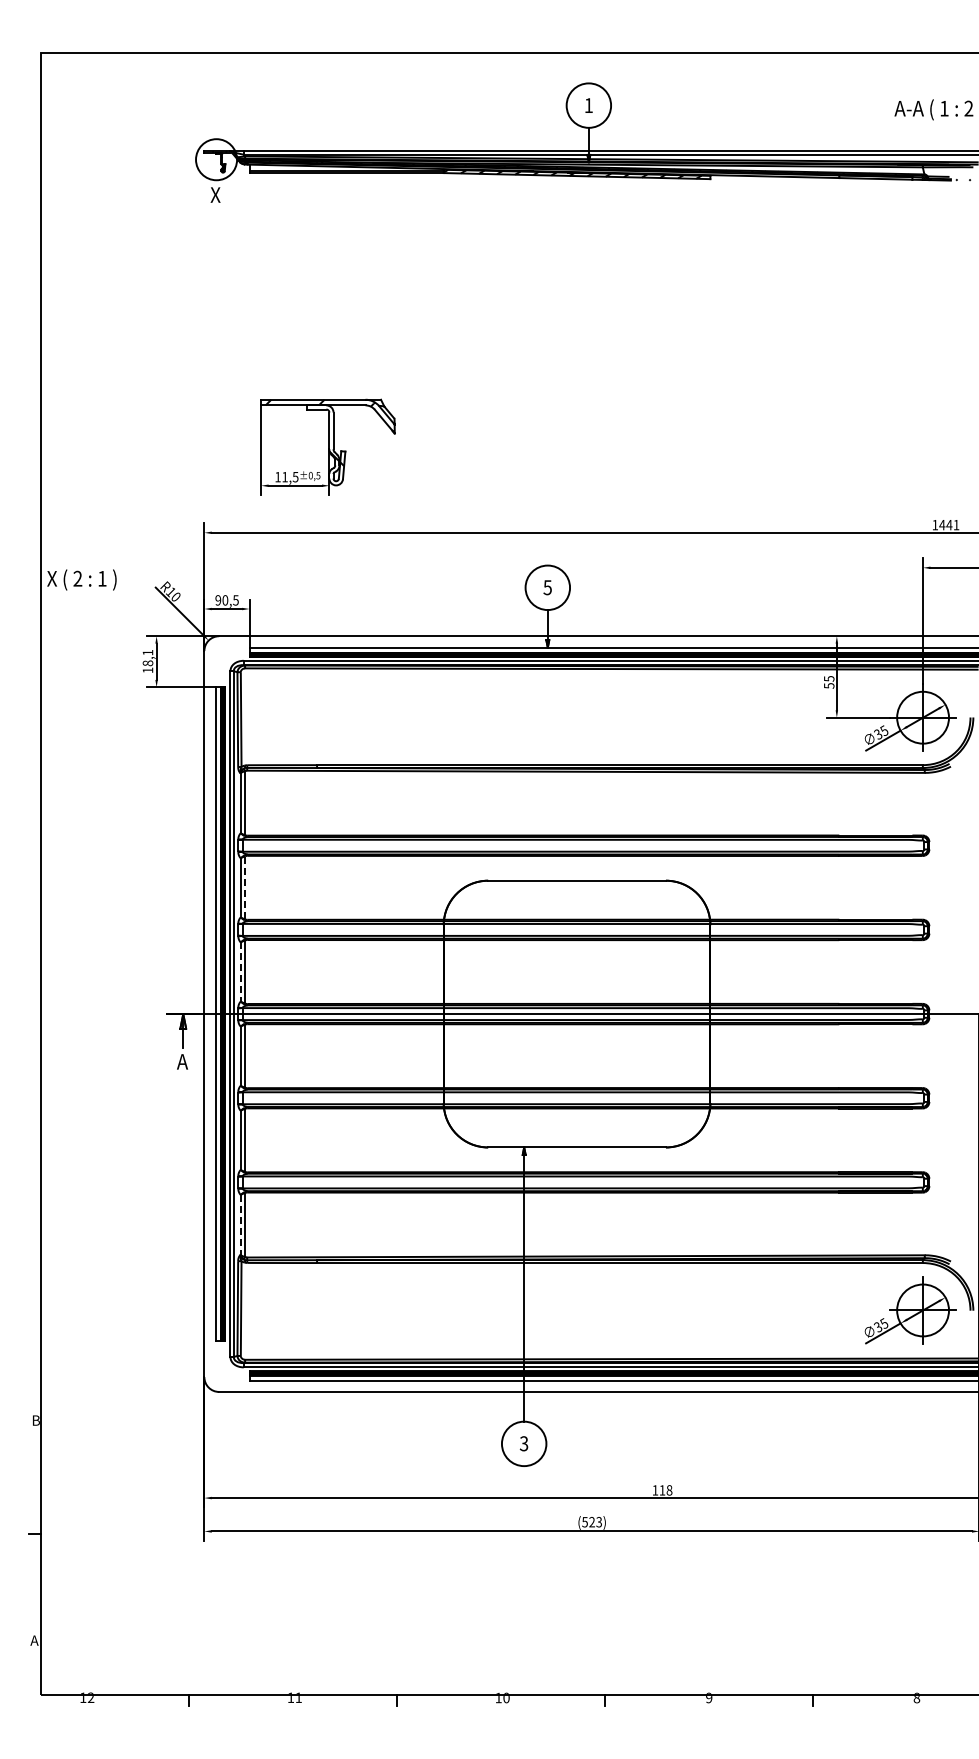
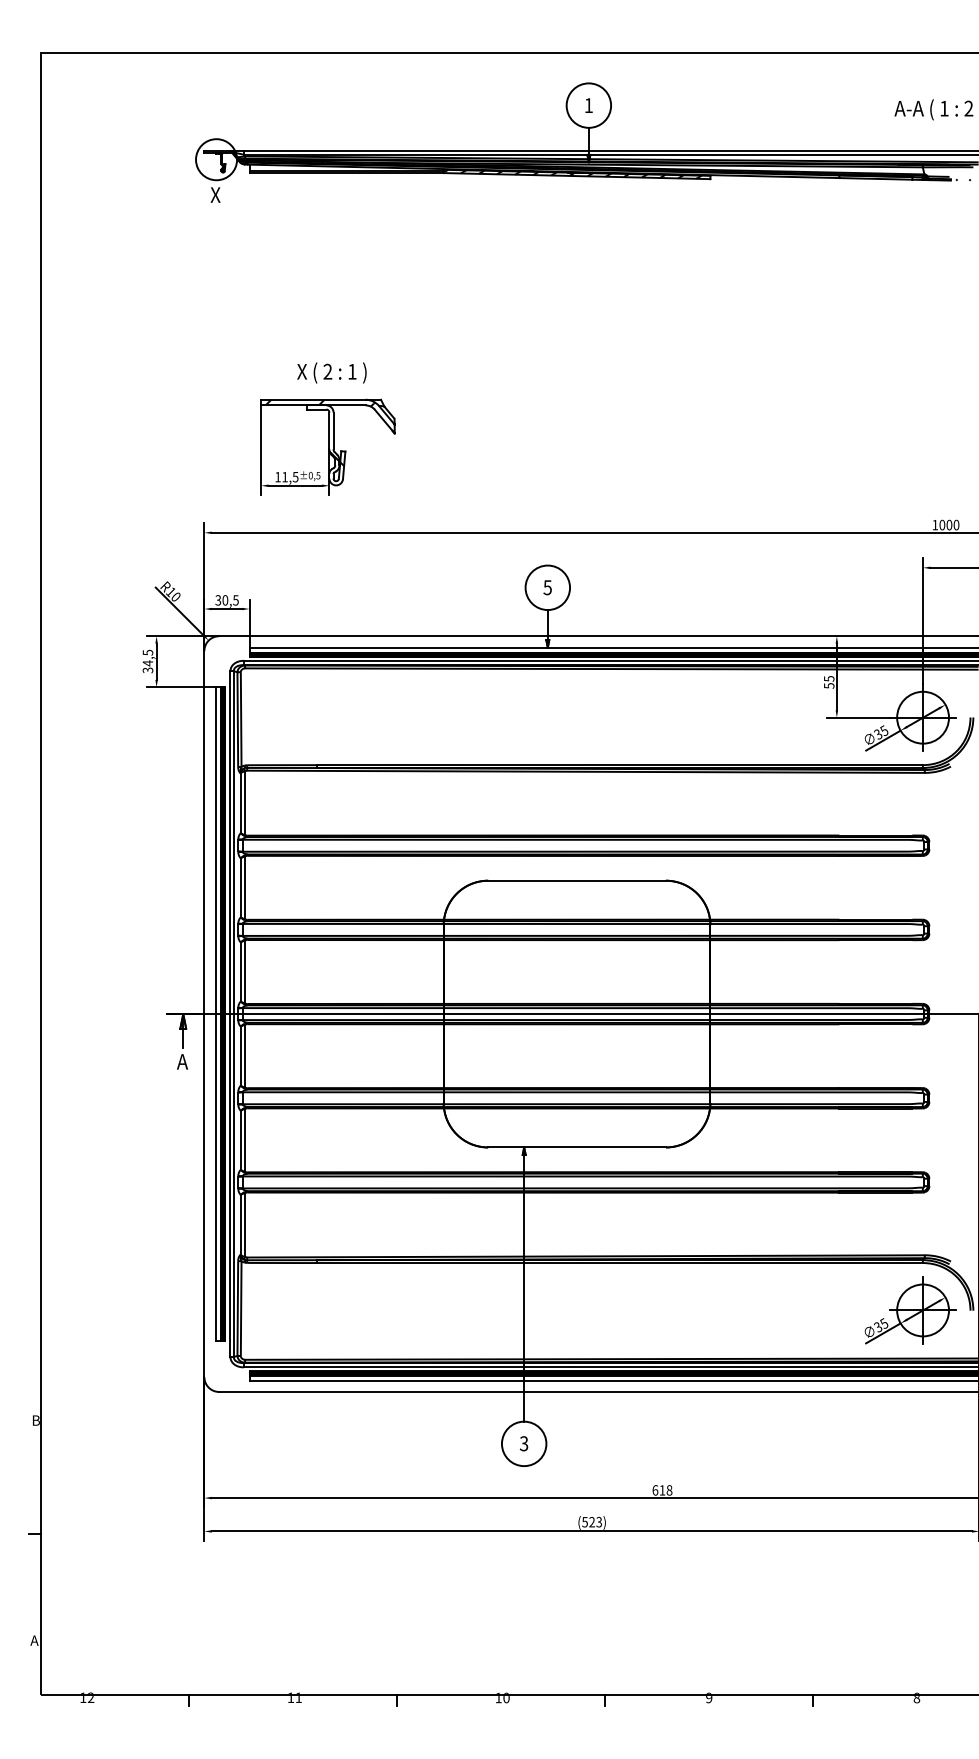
text at (949, 524): 1441 -> 1000
text at (81, 579) position: (81, 579) -> (331, 372)
text at (218, 600): 90,5 -> 30,5
text at (147, 661): 18,1 -> 34,5
line at (245, 887): dashed -> solid
line at (240, 972): dashed -> solid
line at (240, 1225): dashed -> solid
text at (655, 1490): 118 -> 618
